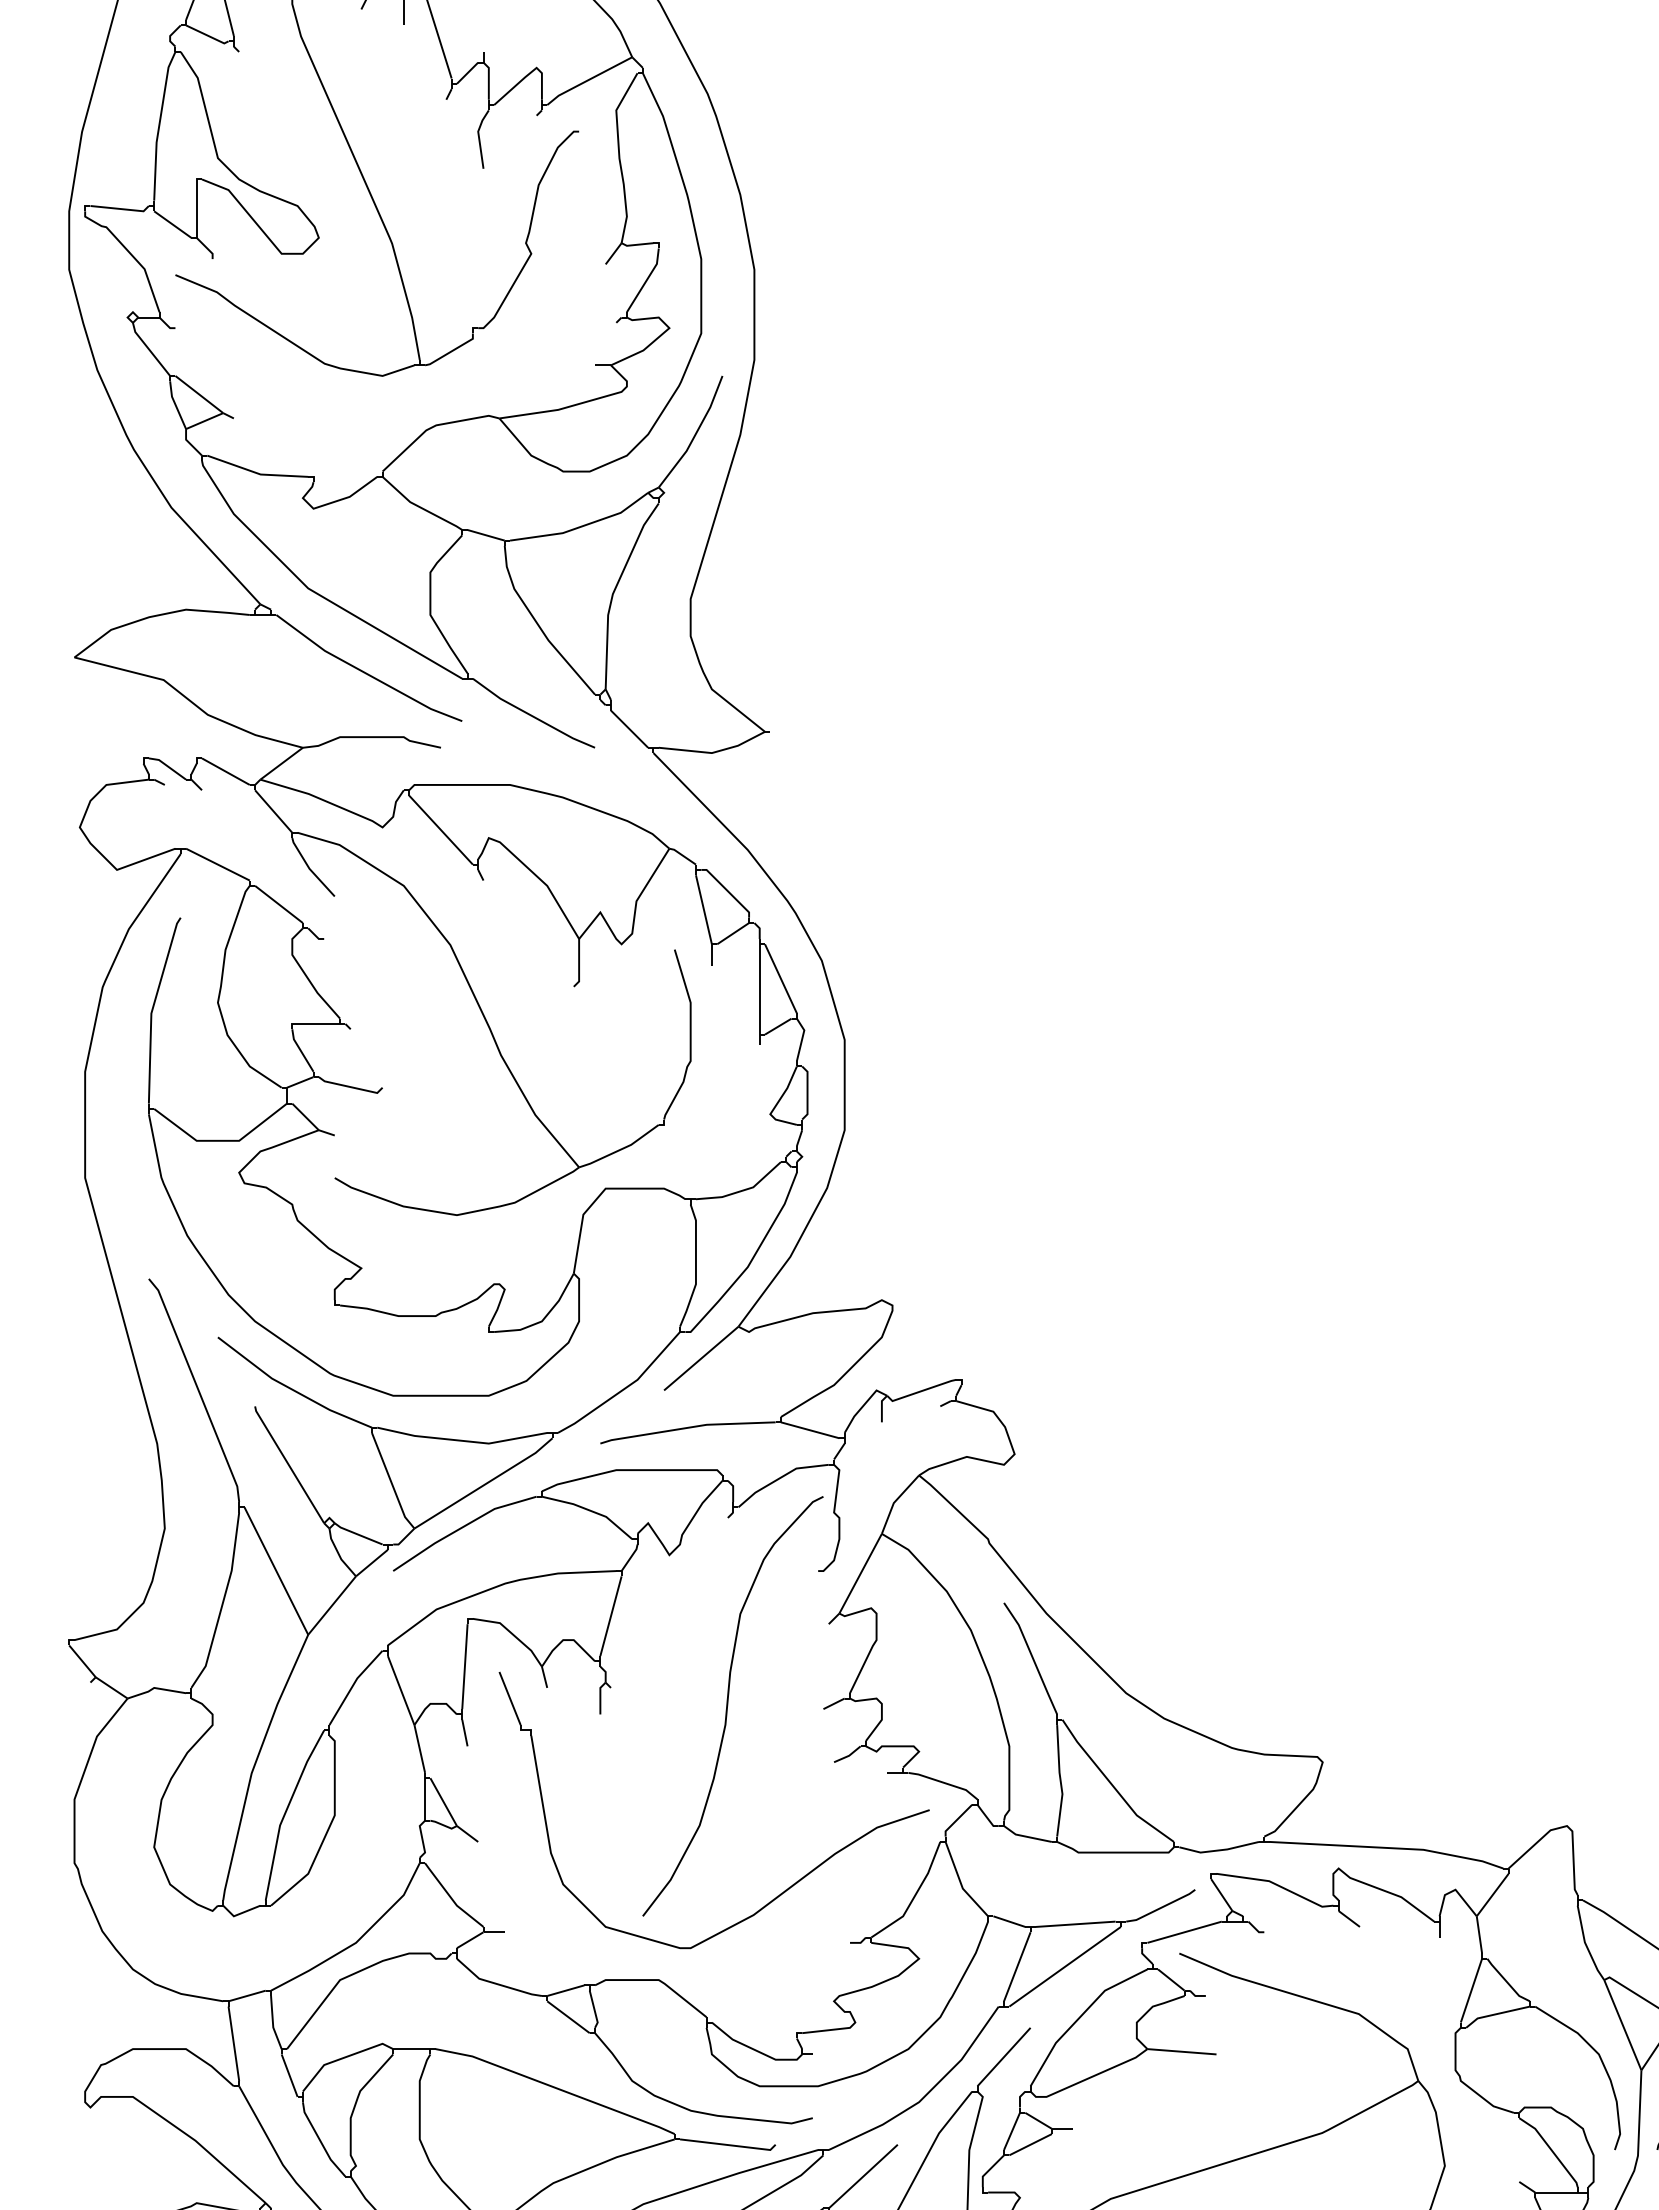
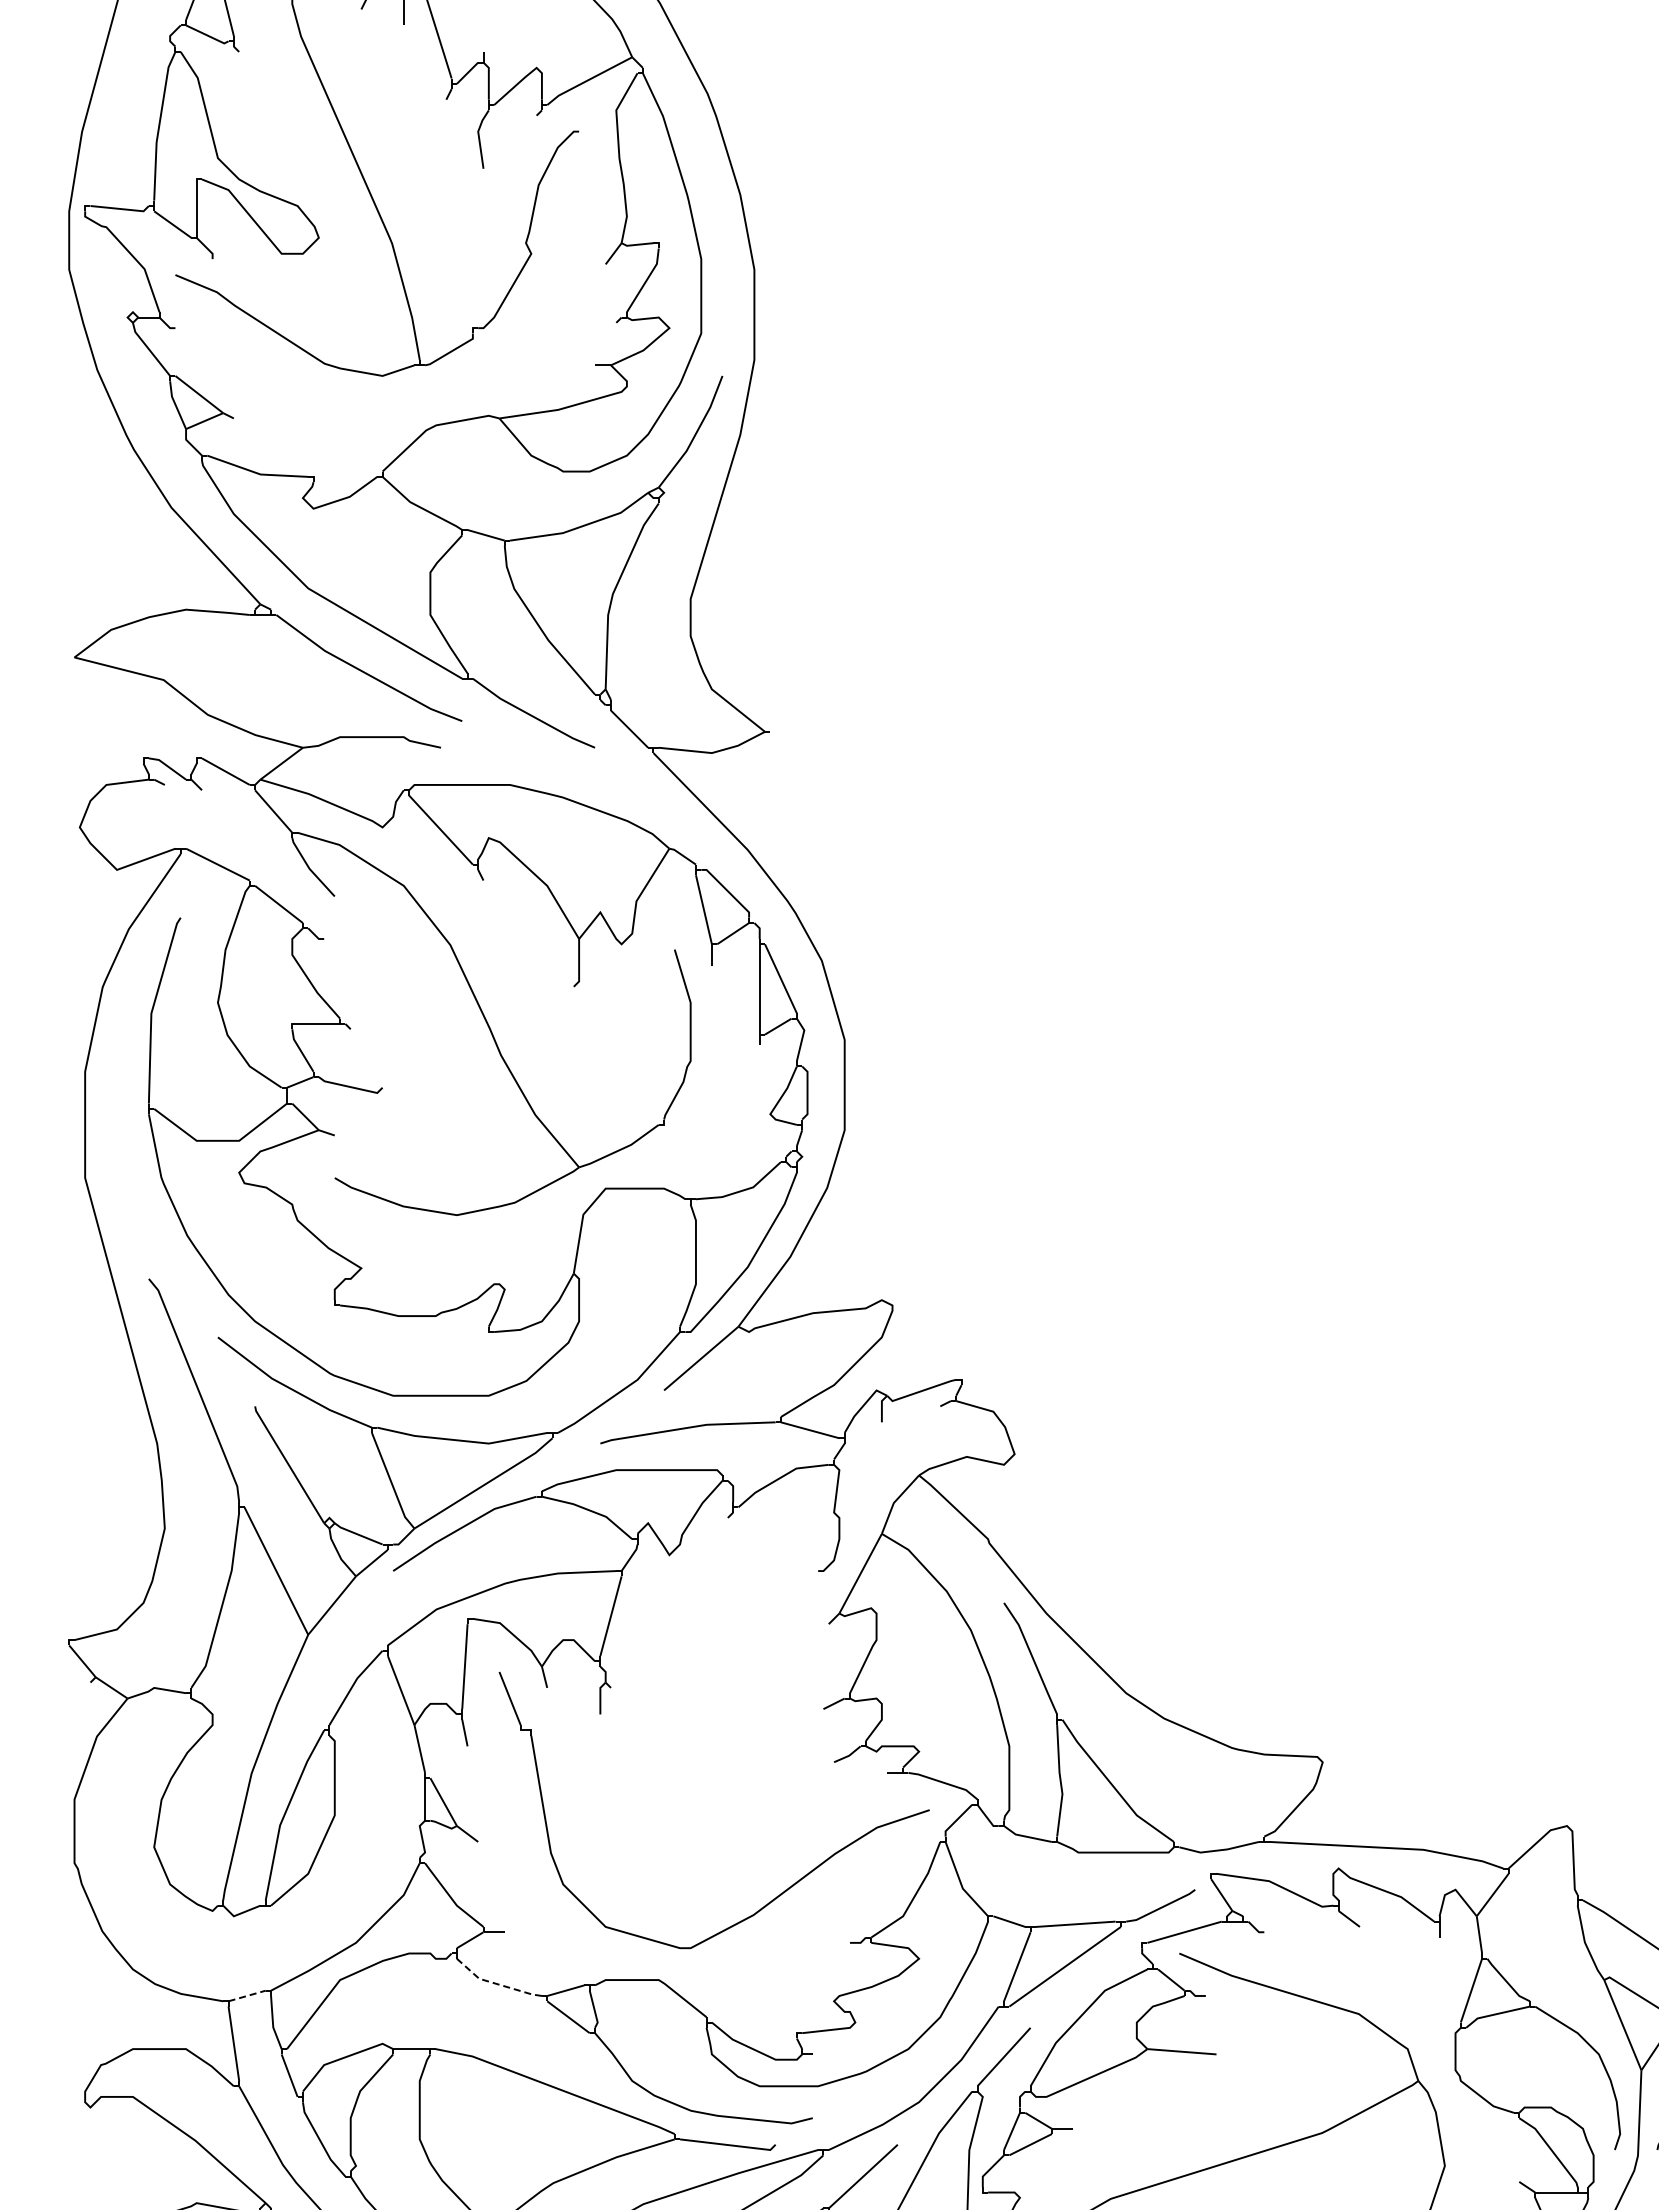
curve at (728, 1705): present -> none
line at (496, 1983): solid -> dashed
line at (247, 1995): solid -> dashed
